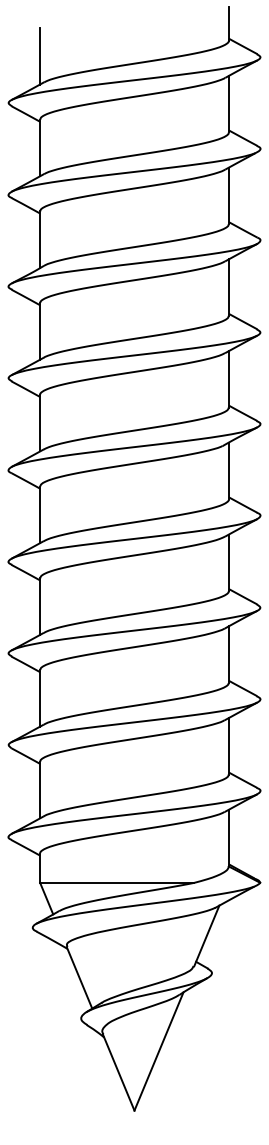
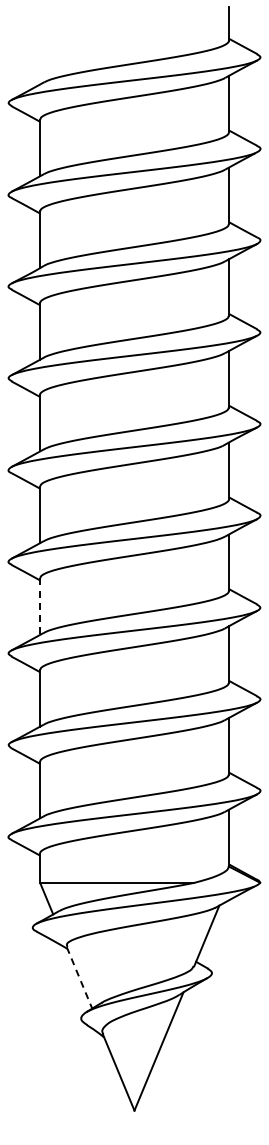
line at (40, 55): present -> none
line at (40, 607): solid -> dashed
line at (79, 978): solid -> dashed
